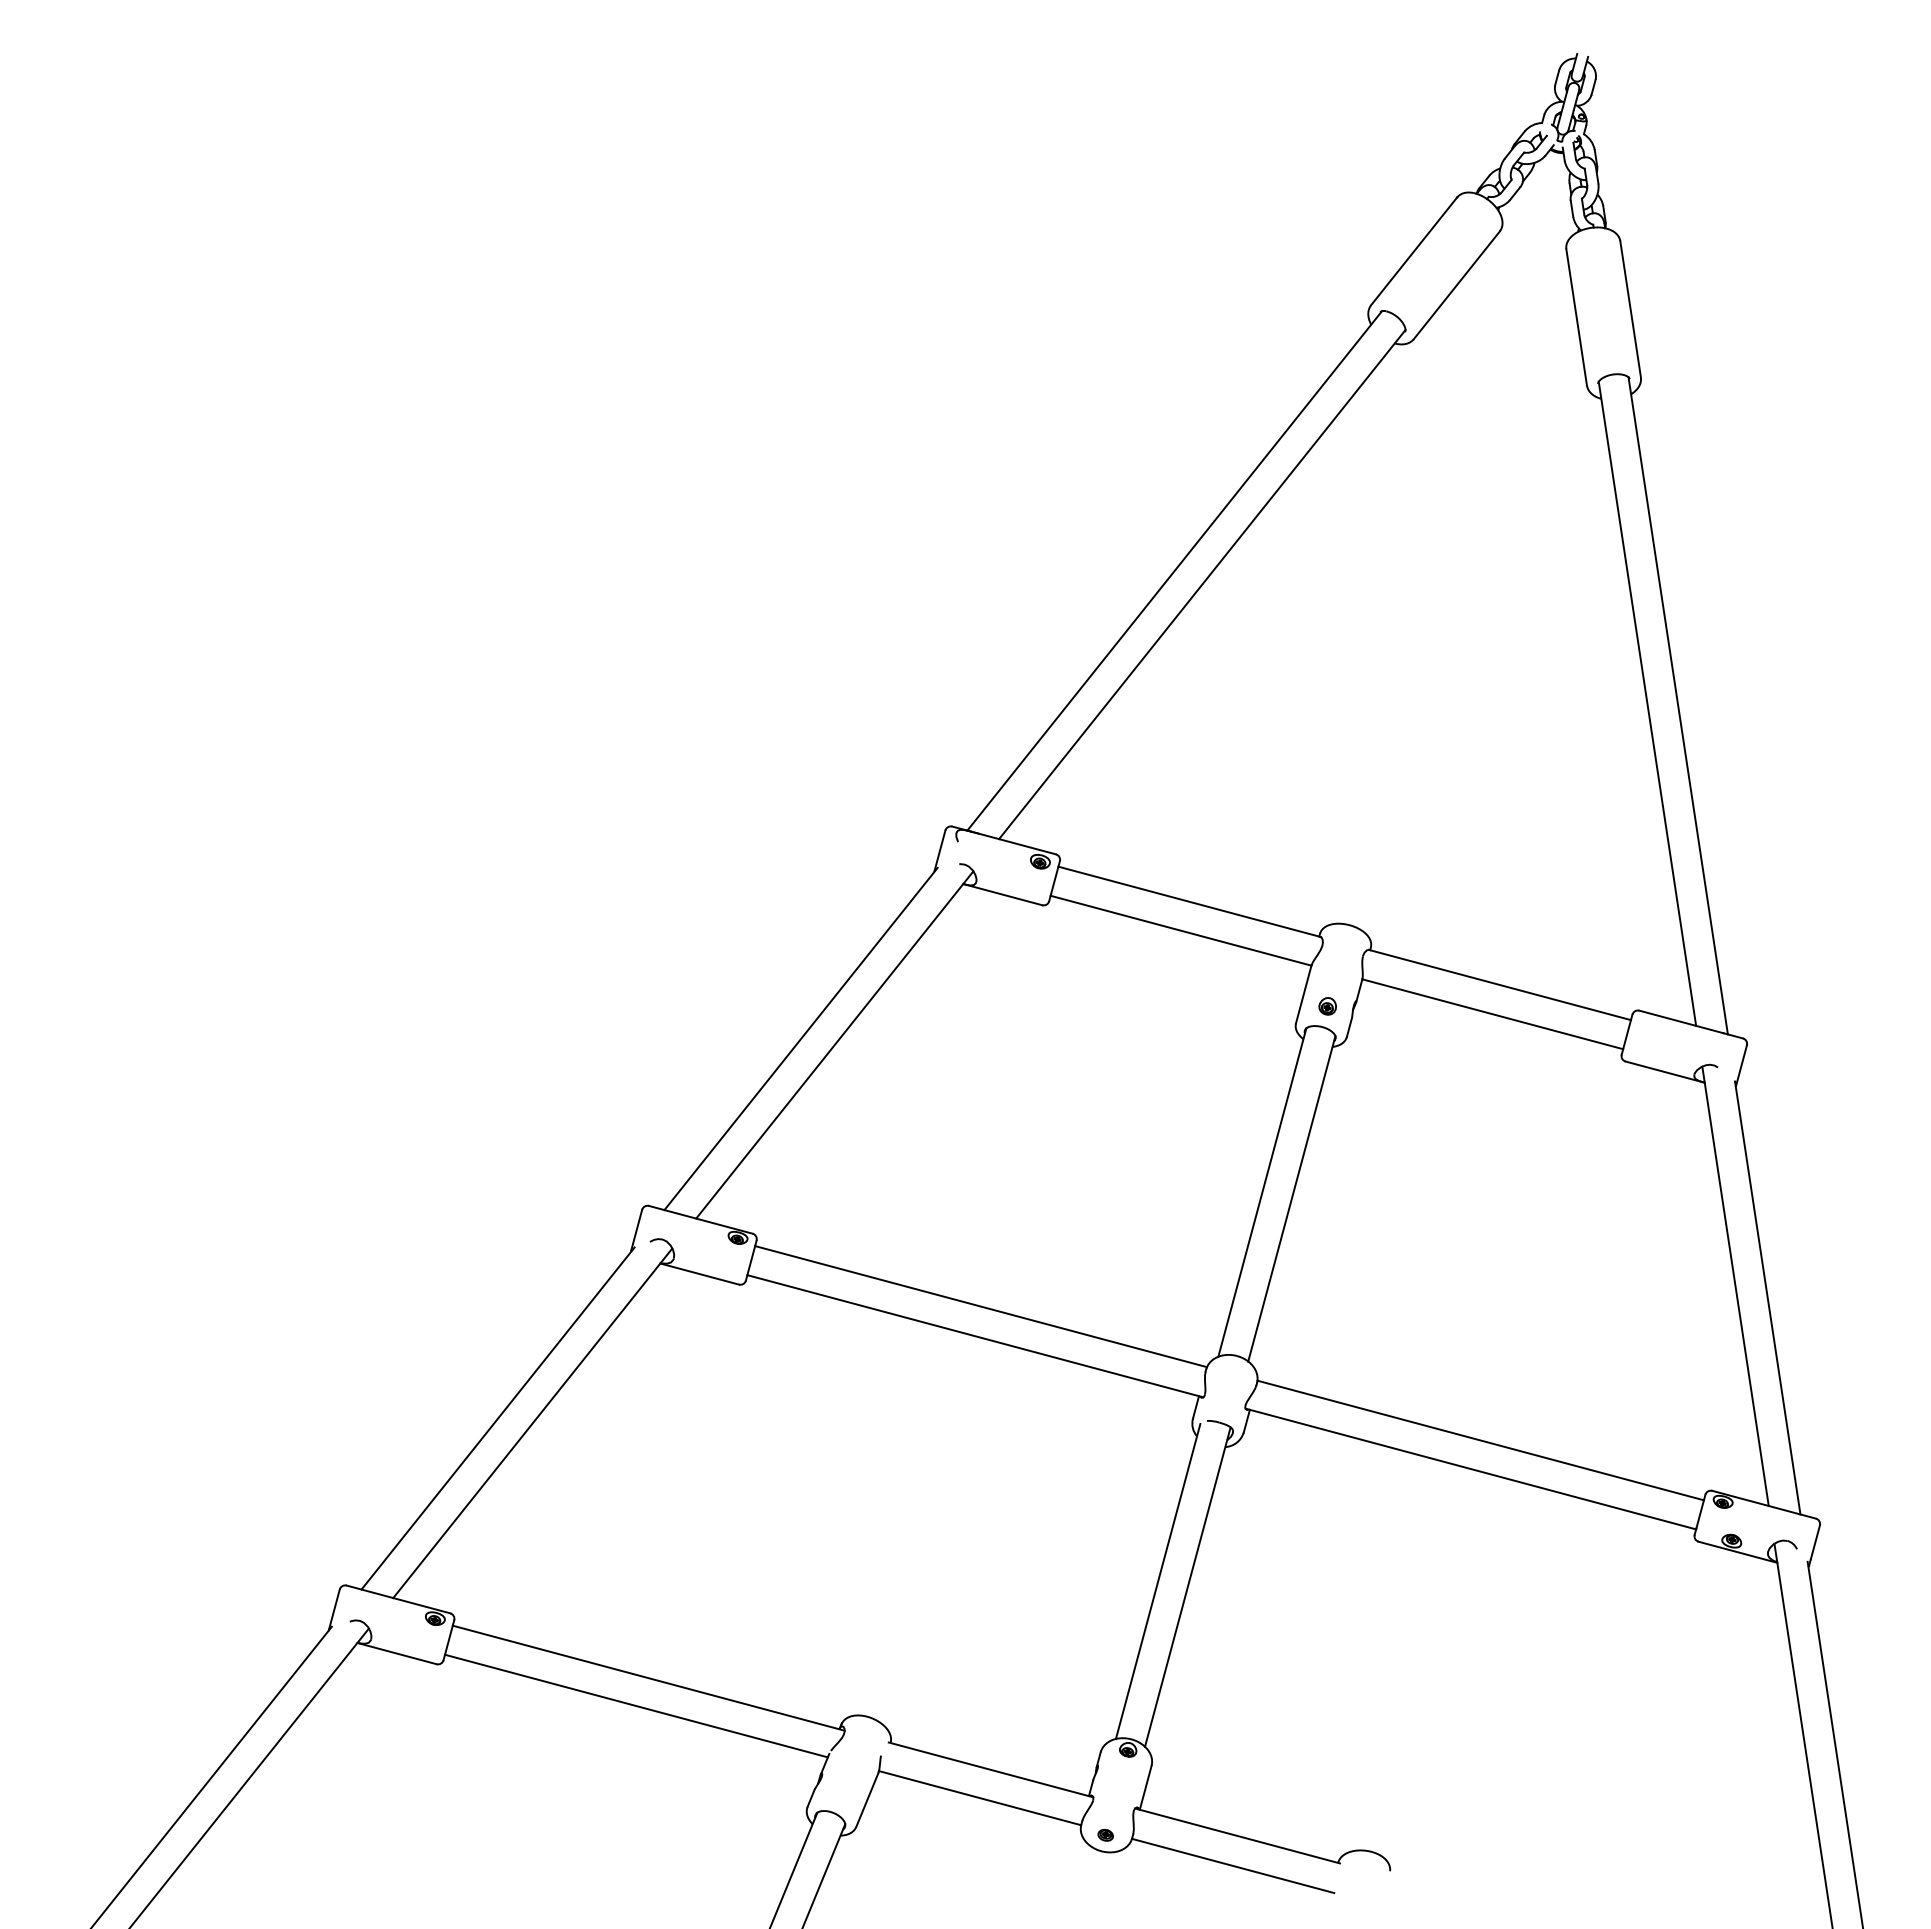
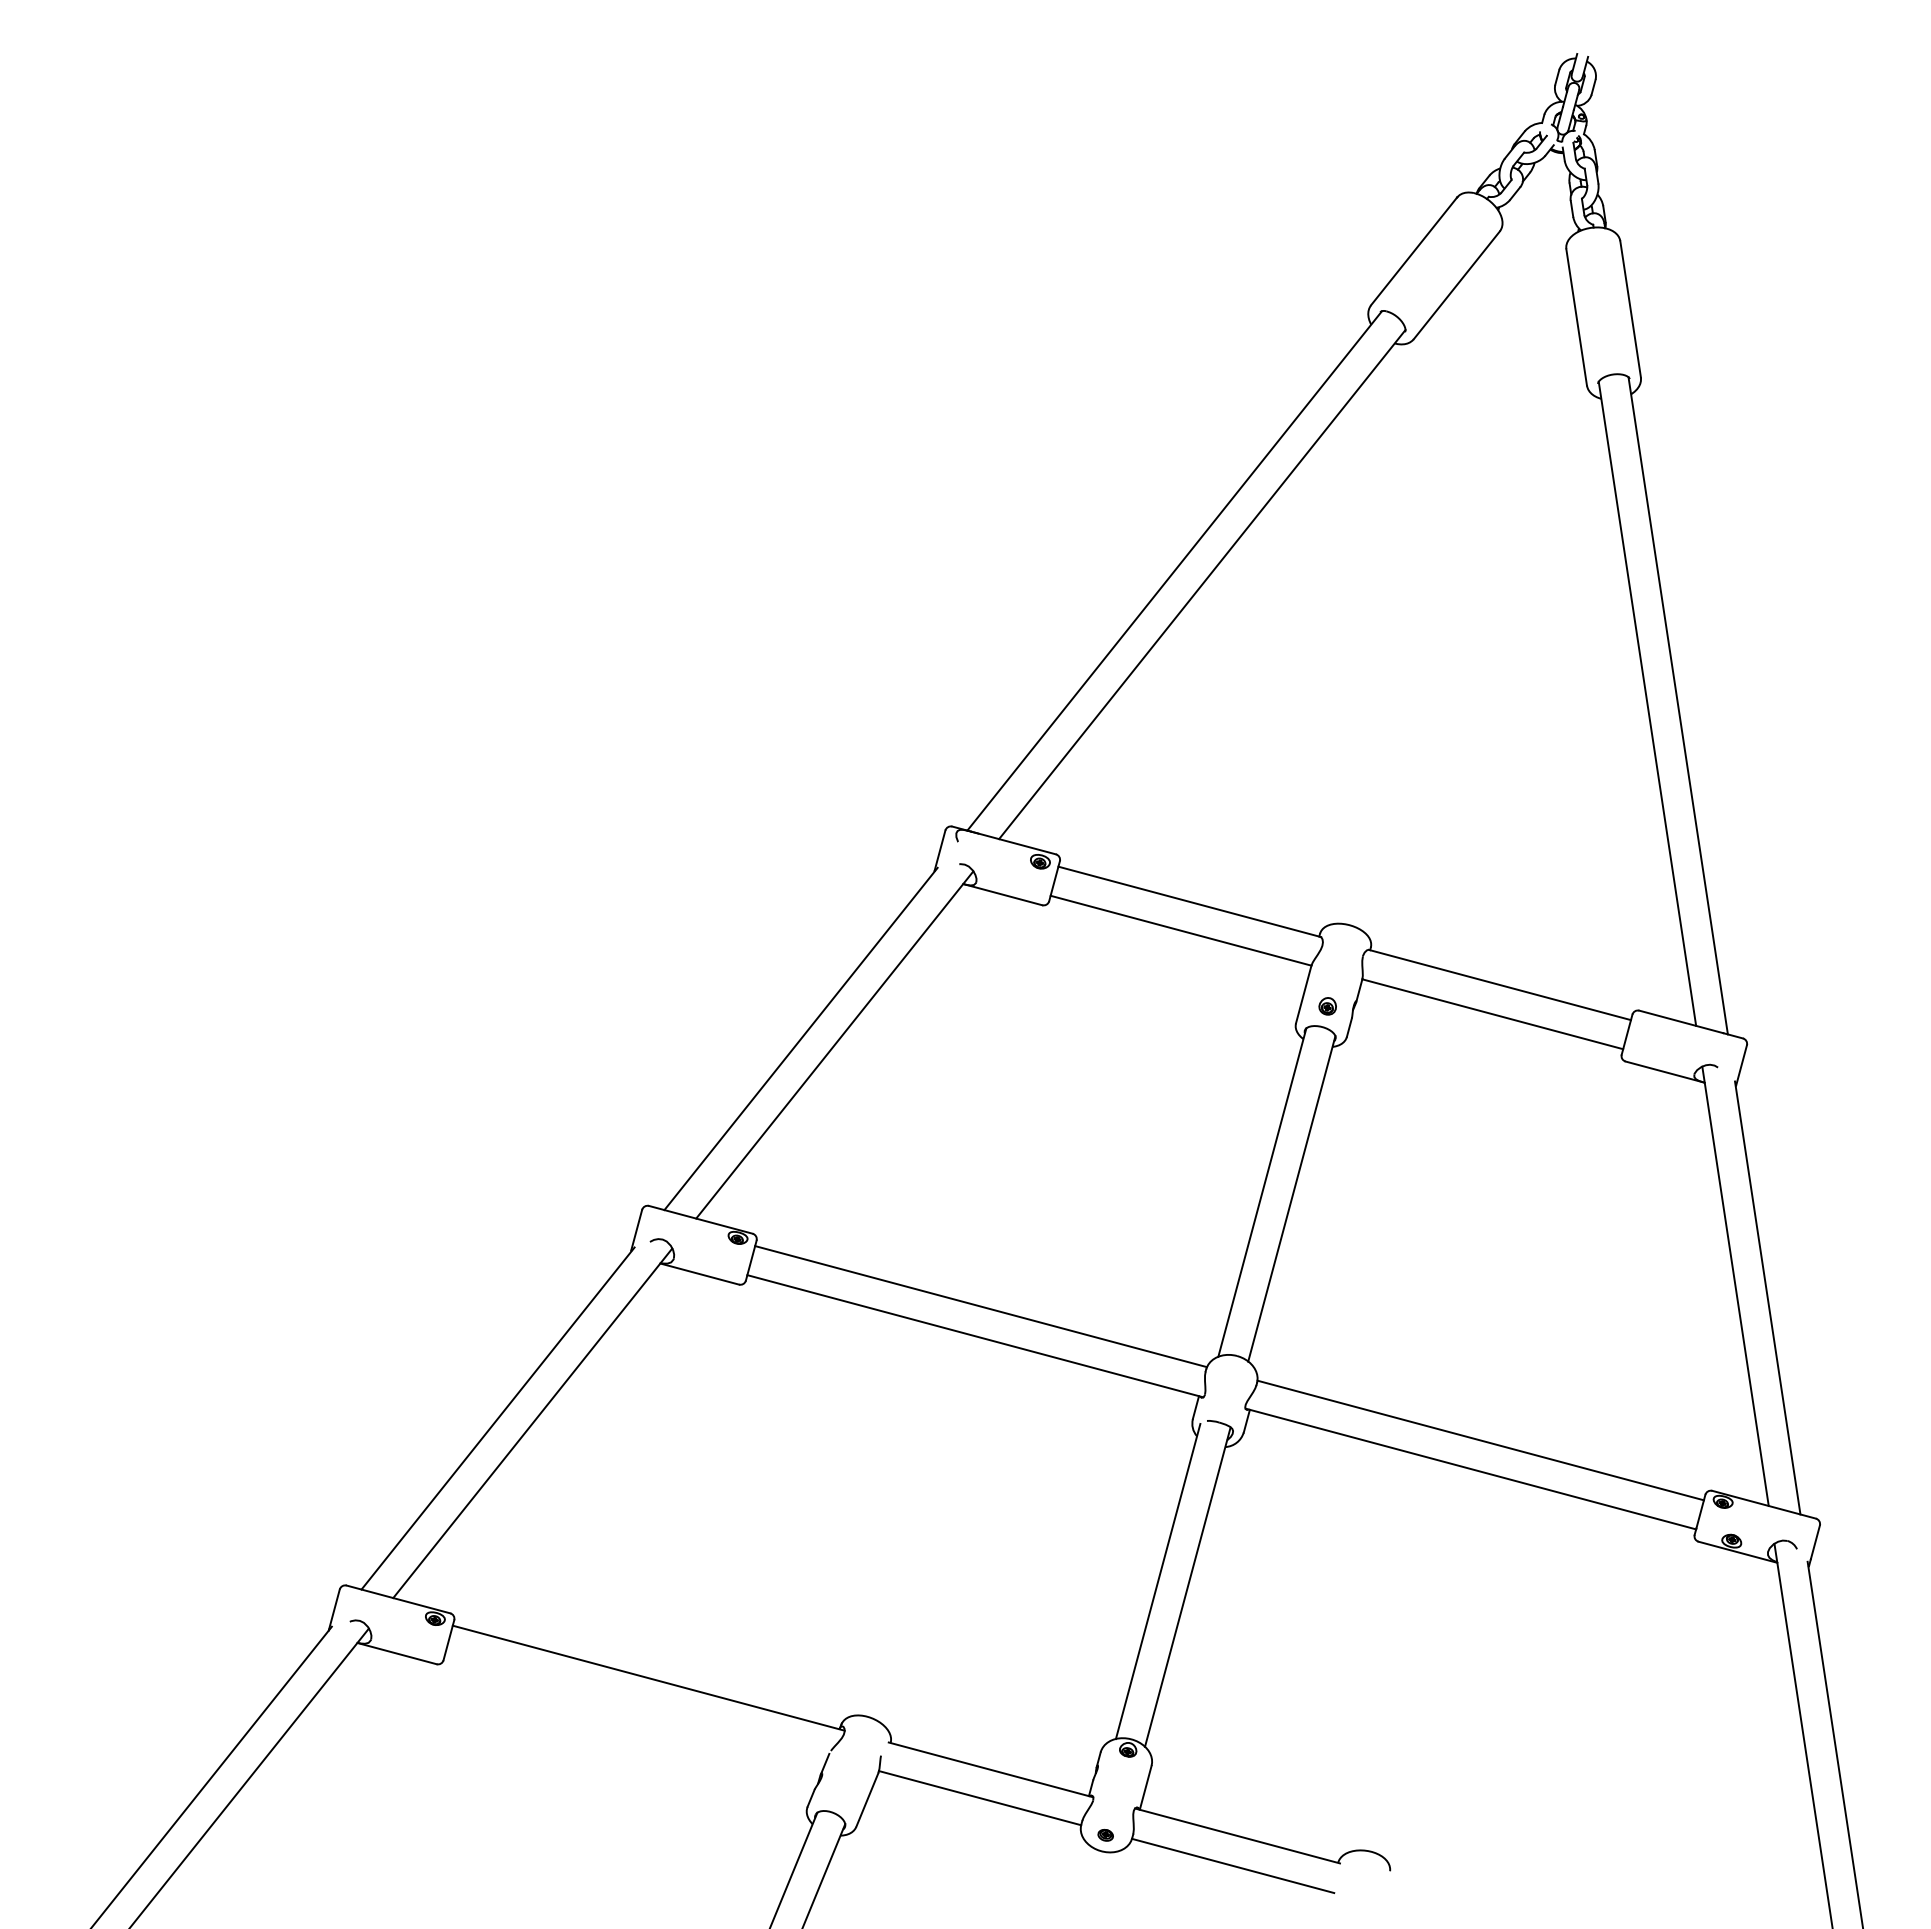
line at (636, 1705): present -> none
